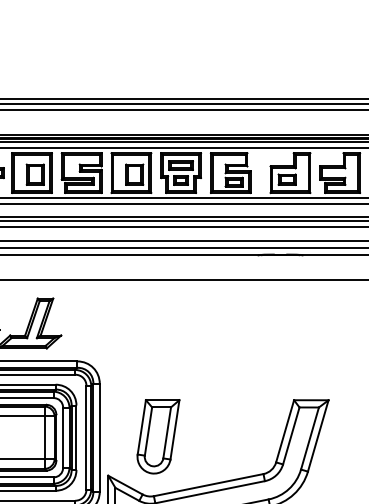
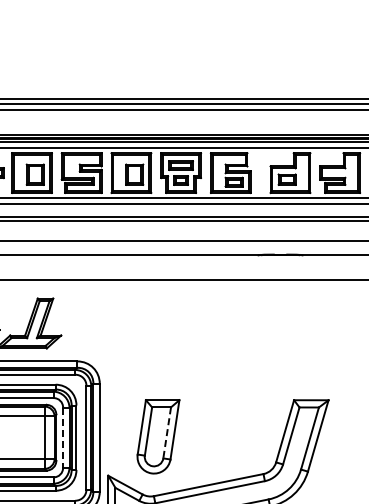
line at (183, 227): present -> none
line at (183, 247): present -> none
line at (167, 432): solid -> dashed
line at (63, 438): solid -> dashed
